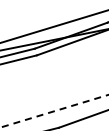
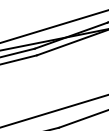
line at (54, 111): dashed -> solid
